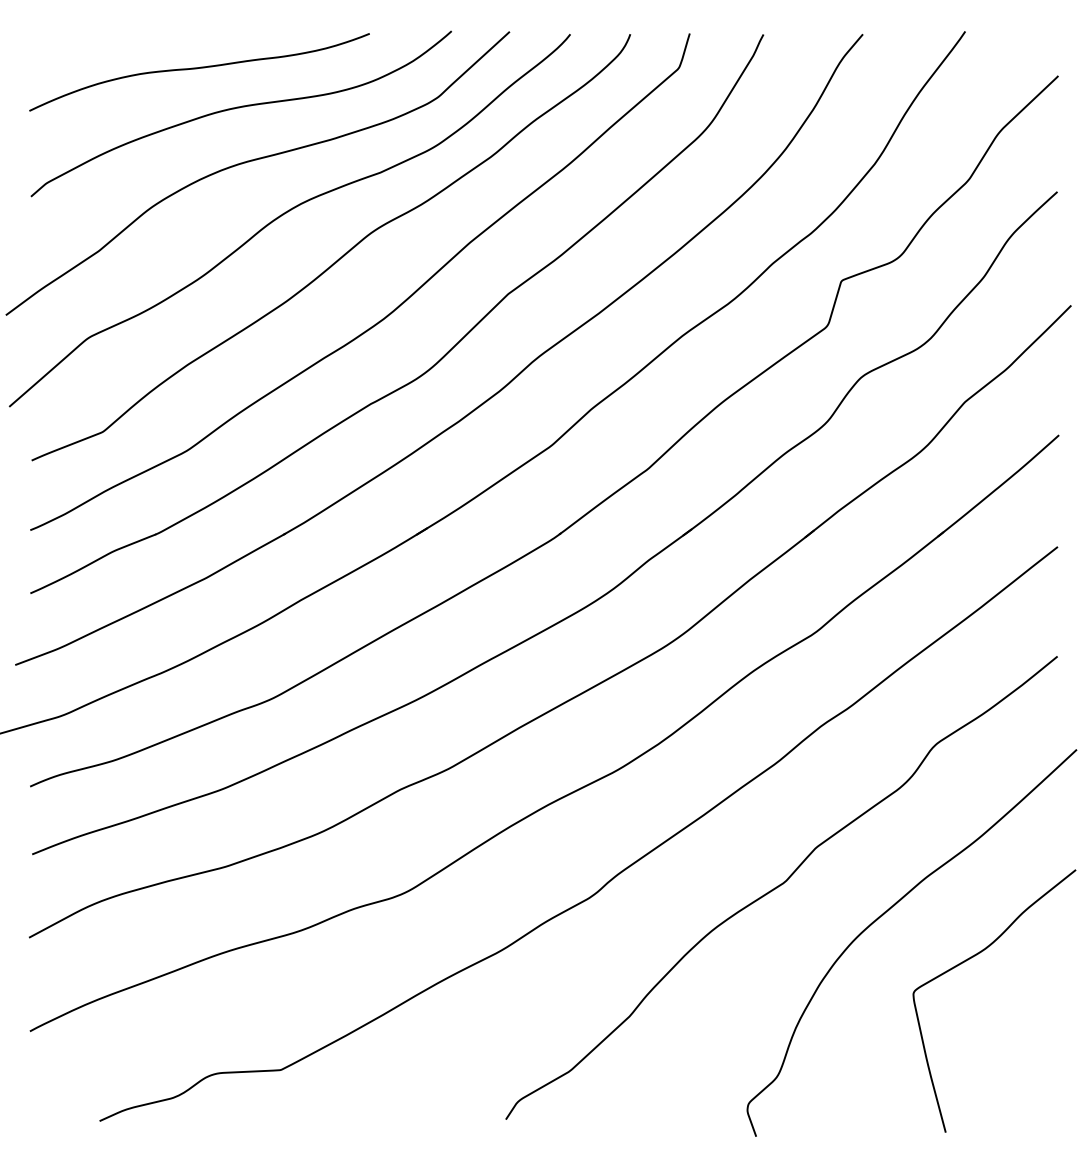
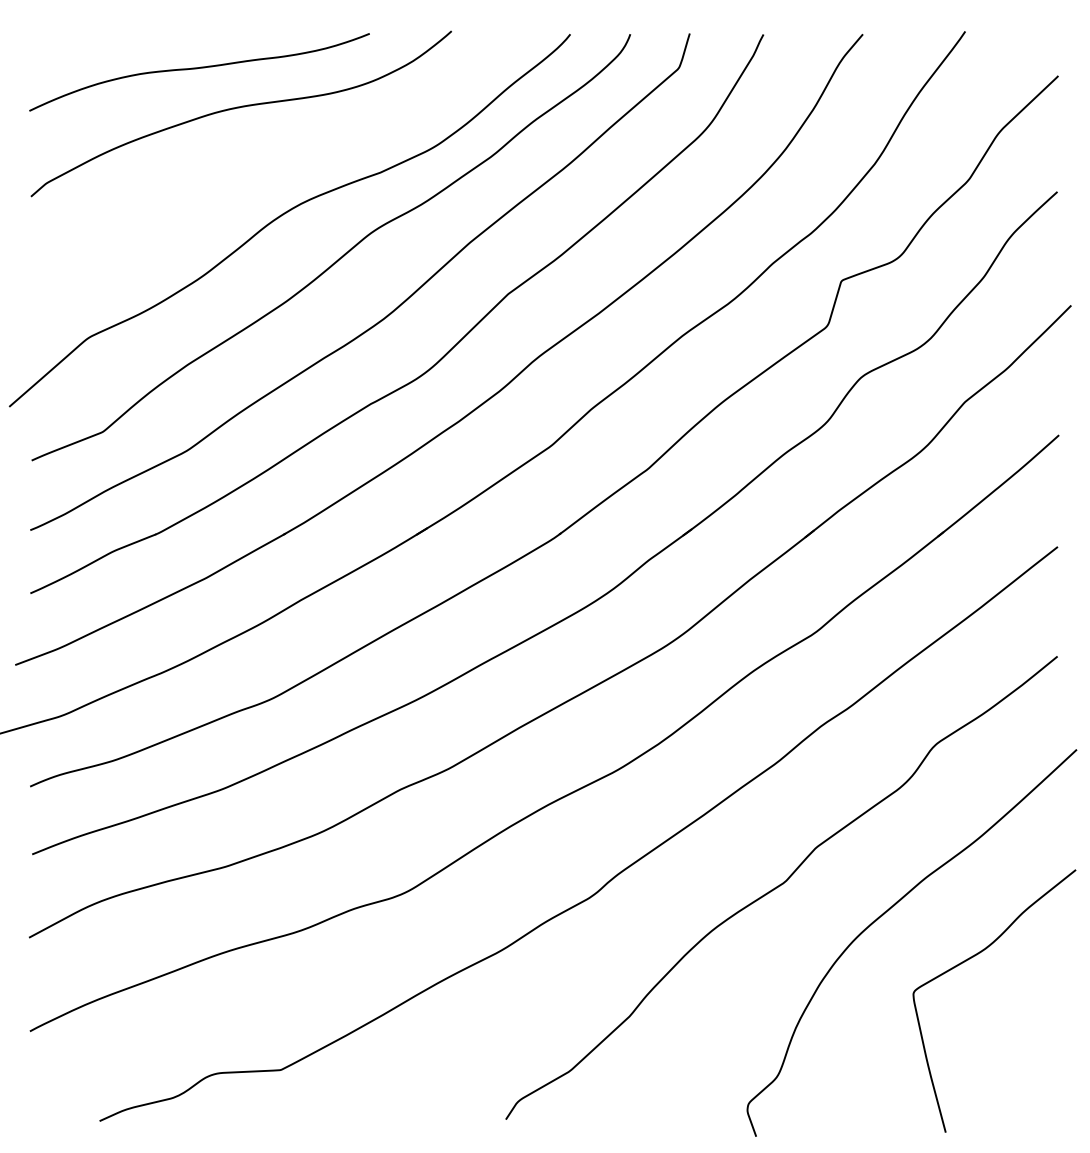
curve at (253, 161): present -> none
